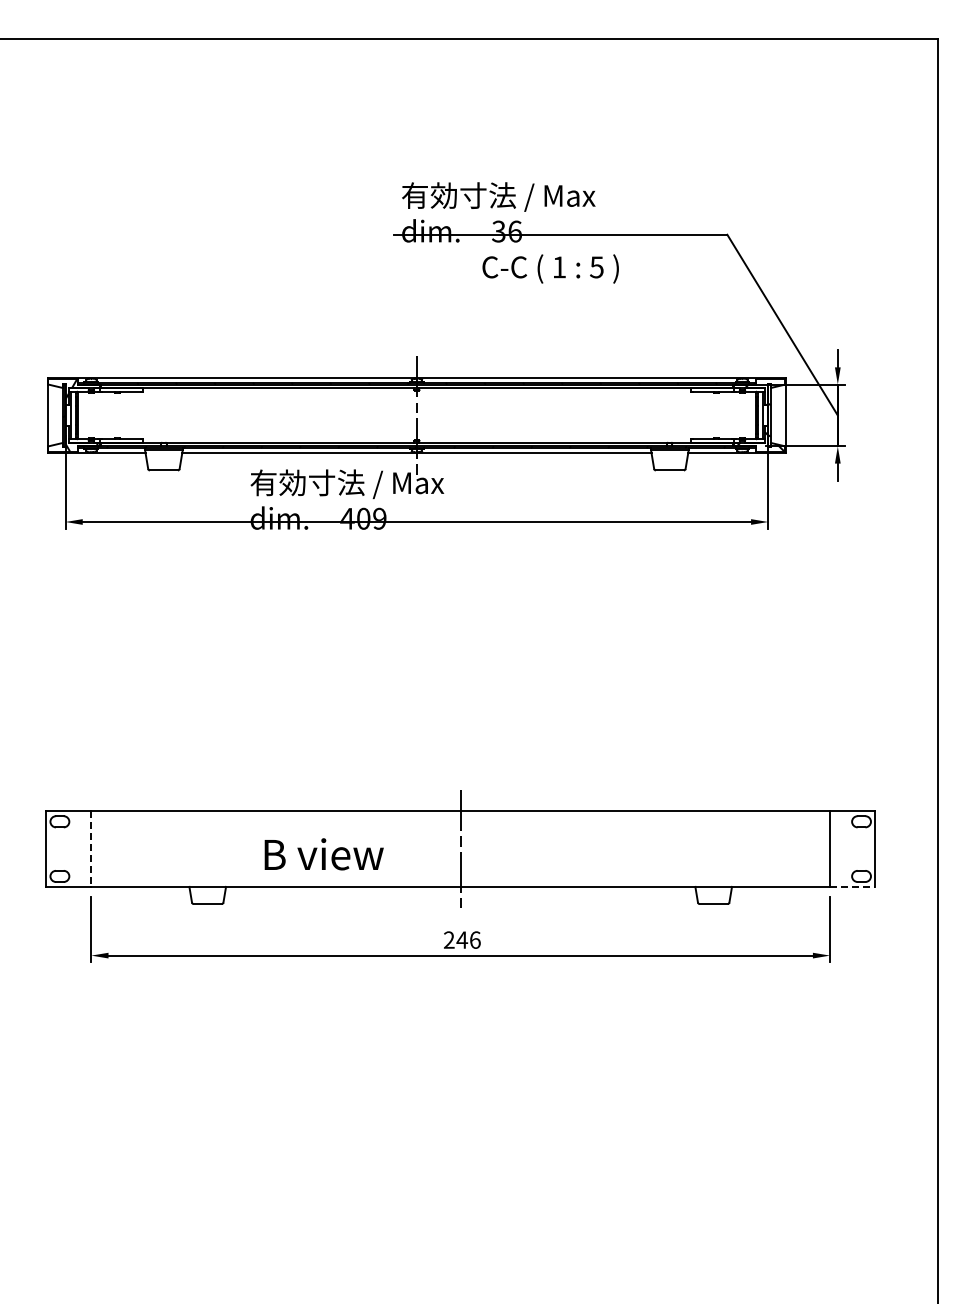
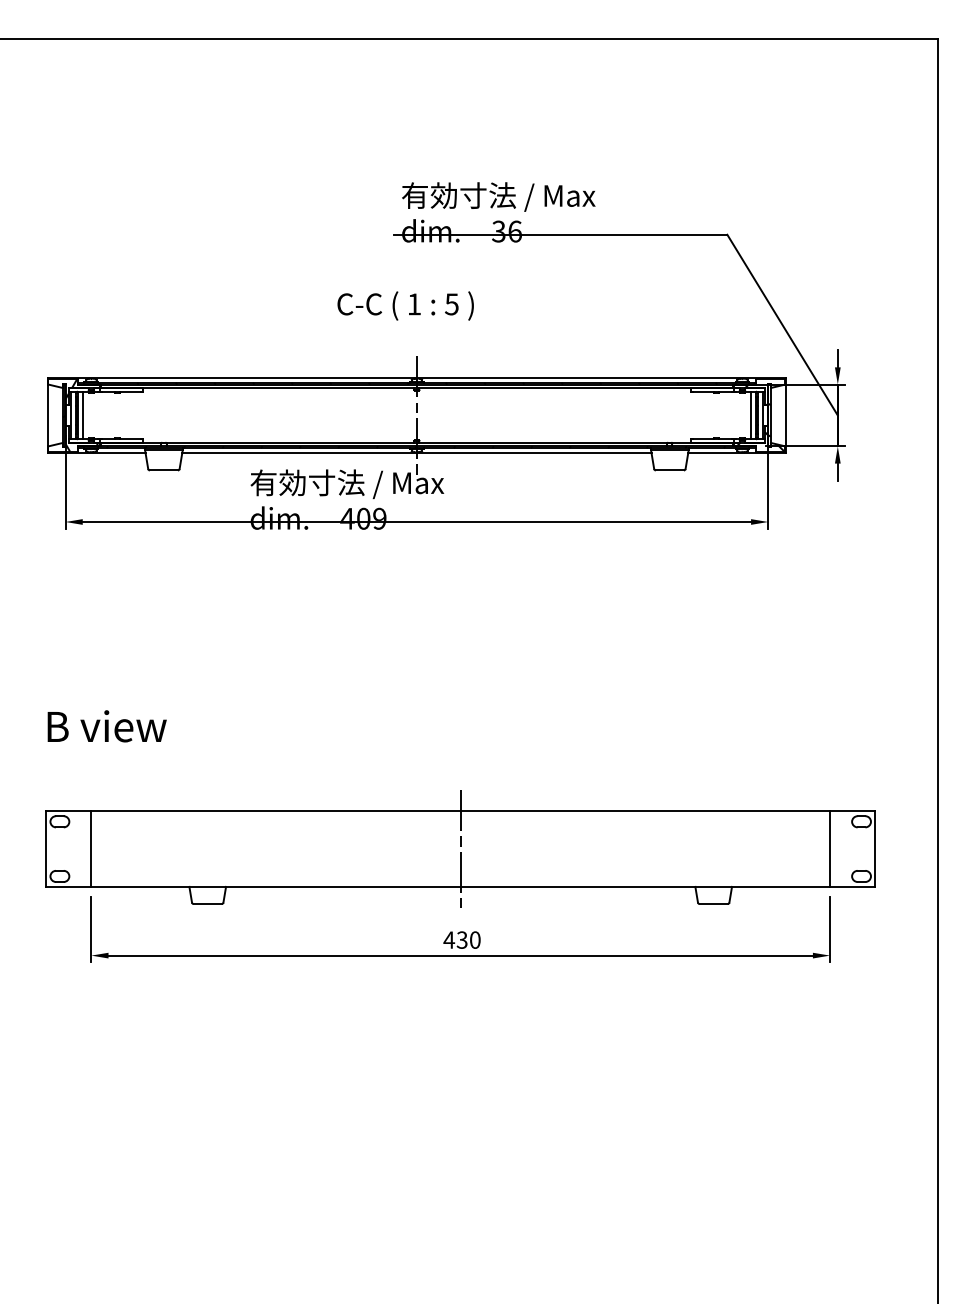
text at (550, 268) position: (550, 268) -> (405, 305)
line at (82, 415): none -> present
line at (751, 415): none -> present
line at (91, 849): dashed -> solid
text at (323, 854) position: (323, 854) -> (106, 726)
line at (852, 886): dashed -> solid
text at (461, 939): 246 -> 430
